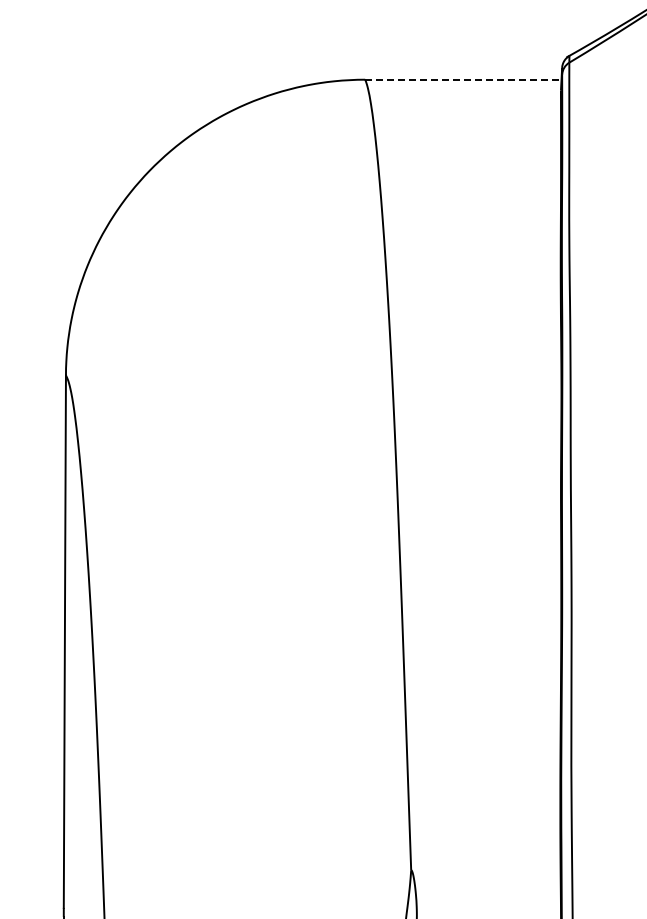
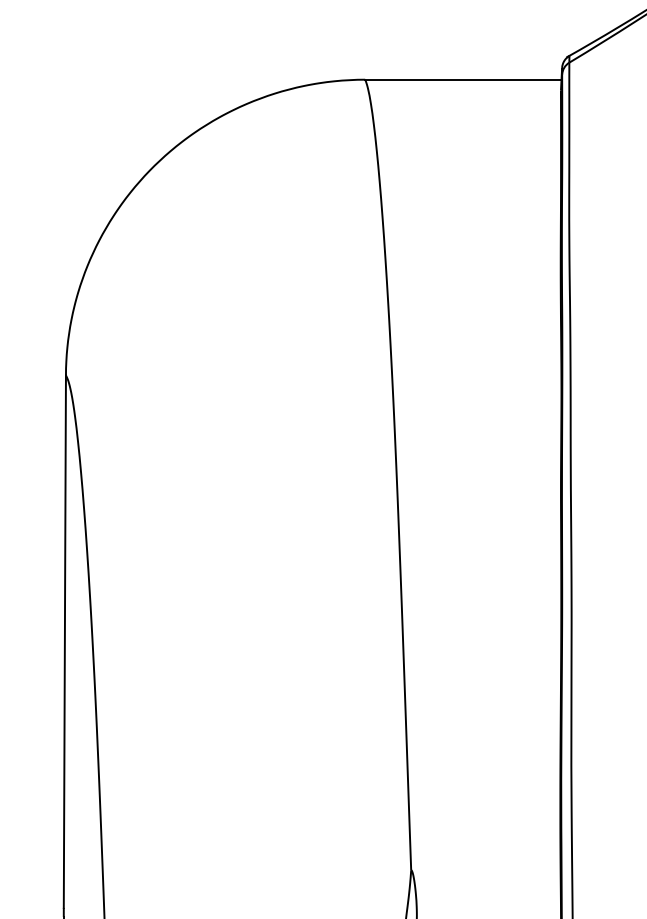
line at (464, 79): dashed -> solid
